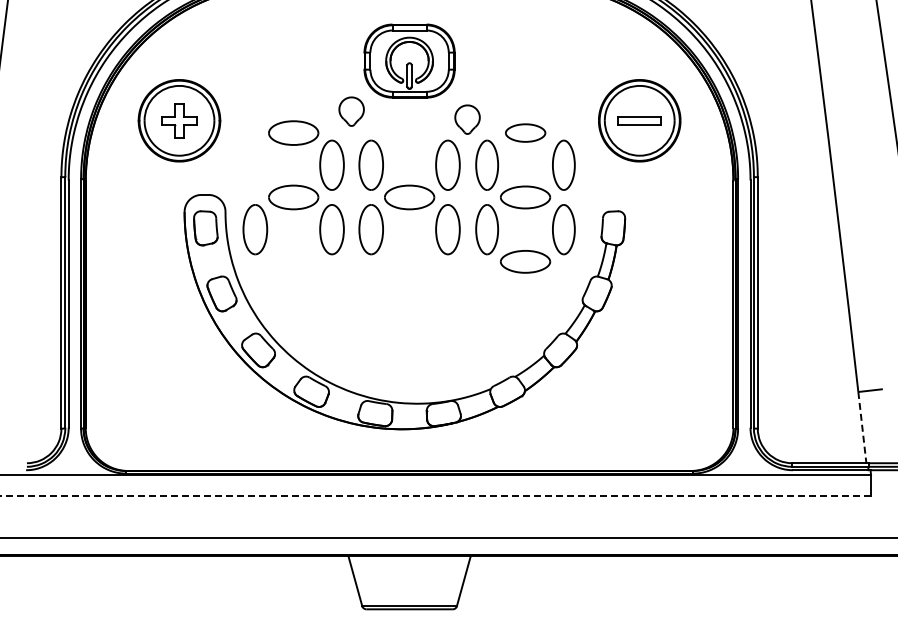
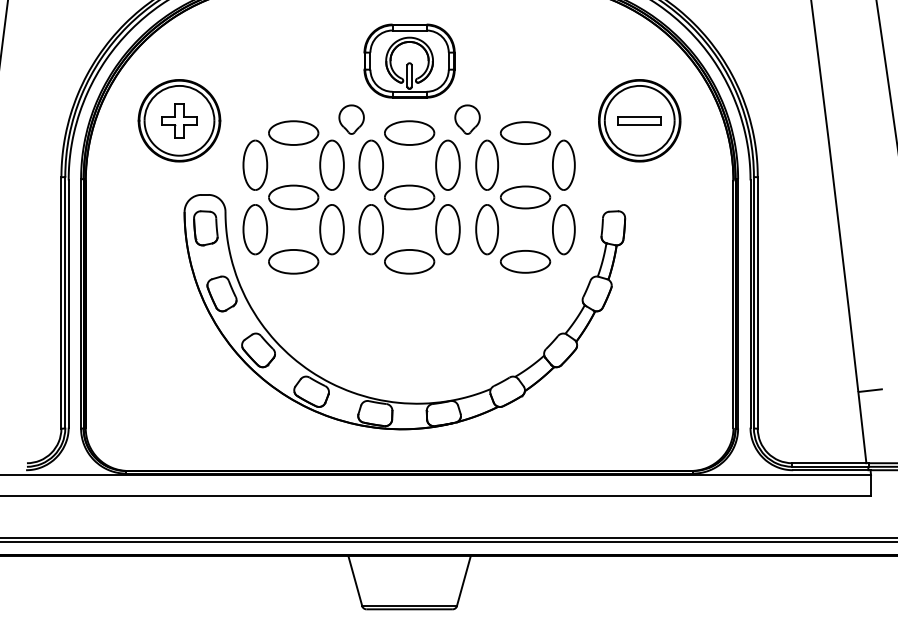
part at (351, 111) position: (351, 111) -> (351, 119)
part at (409, 132): none -> present
part at (525, 132) size: 42x20 px -> 52x24 px
part at (255, 164): none -> present
part at (293, 261): none -> present
part at (409, 261): none -> present
line at (862, 427): dashed -> solid
line at (435, 495): dashed -> solid
line at (448, 542): none -> present
